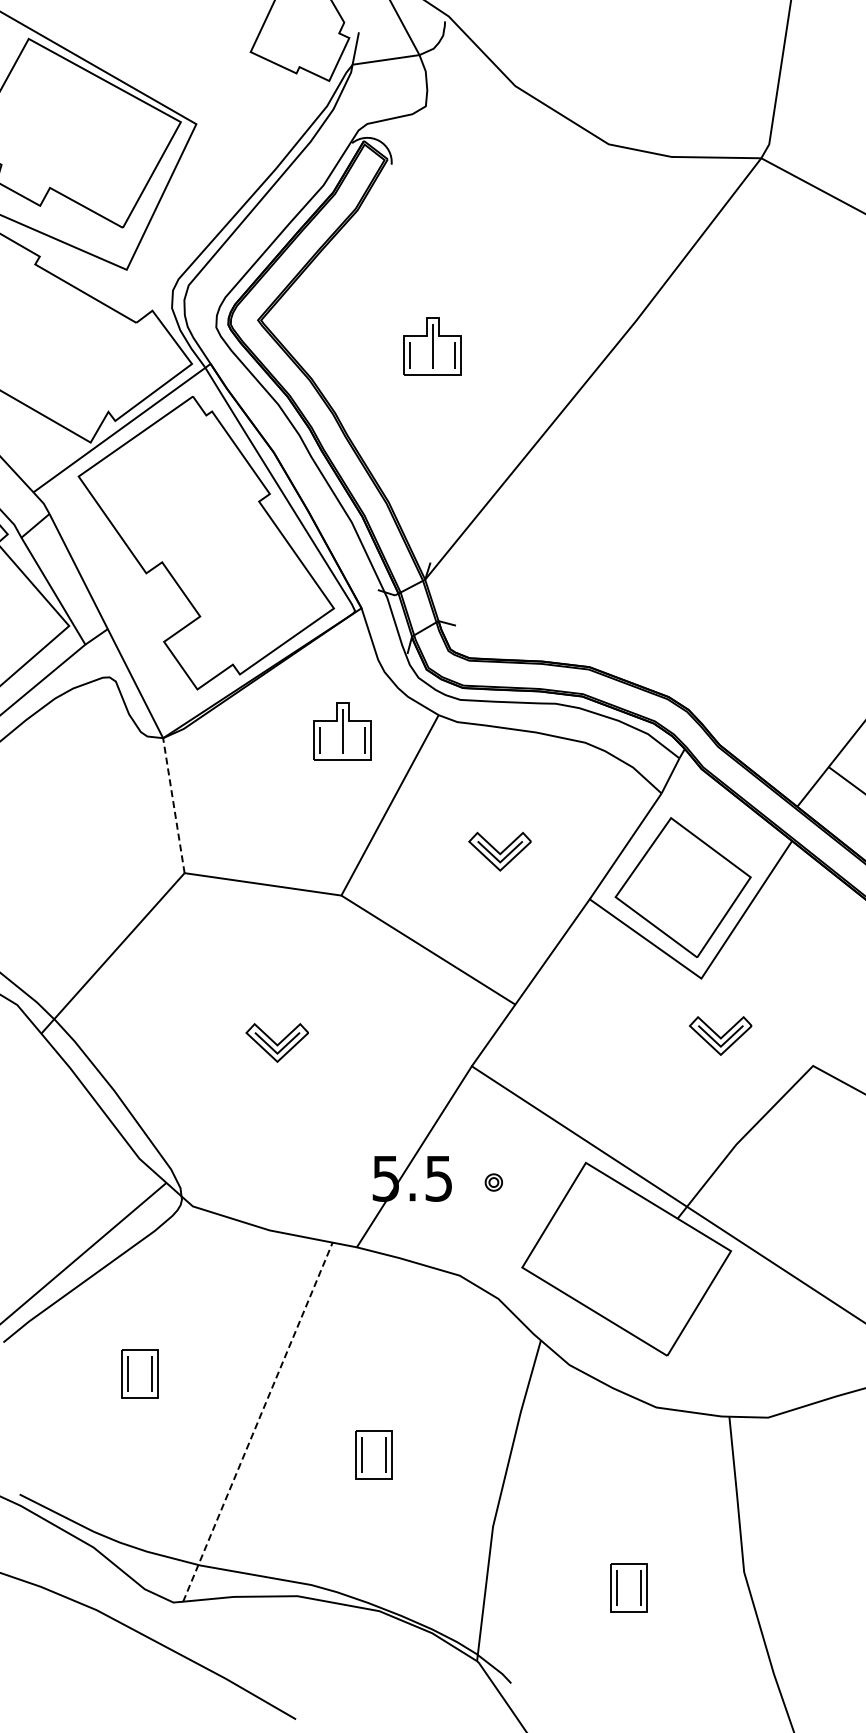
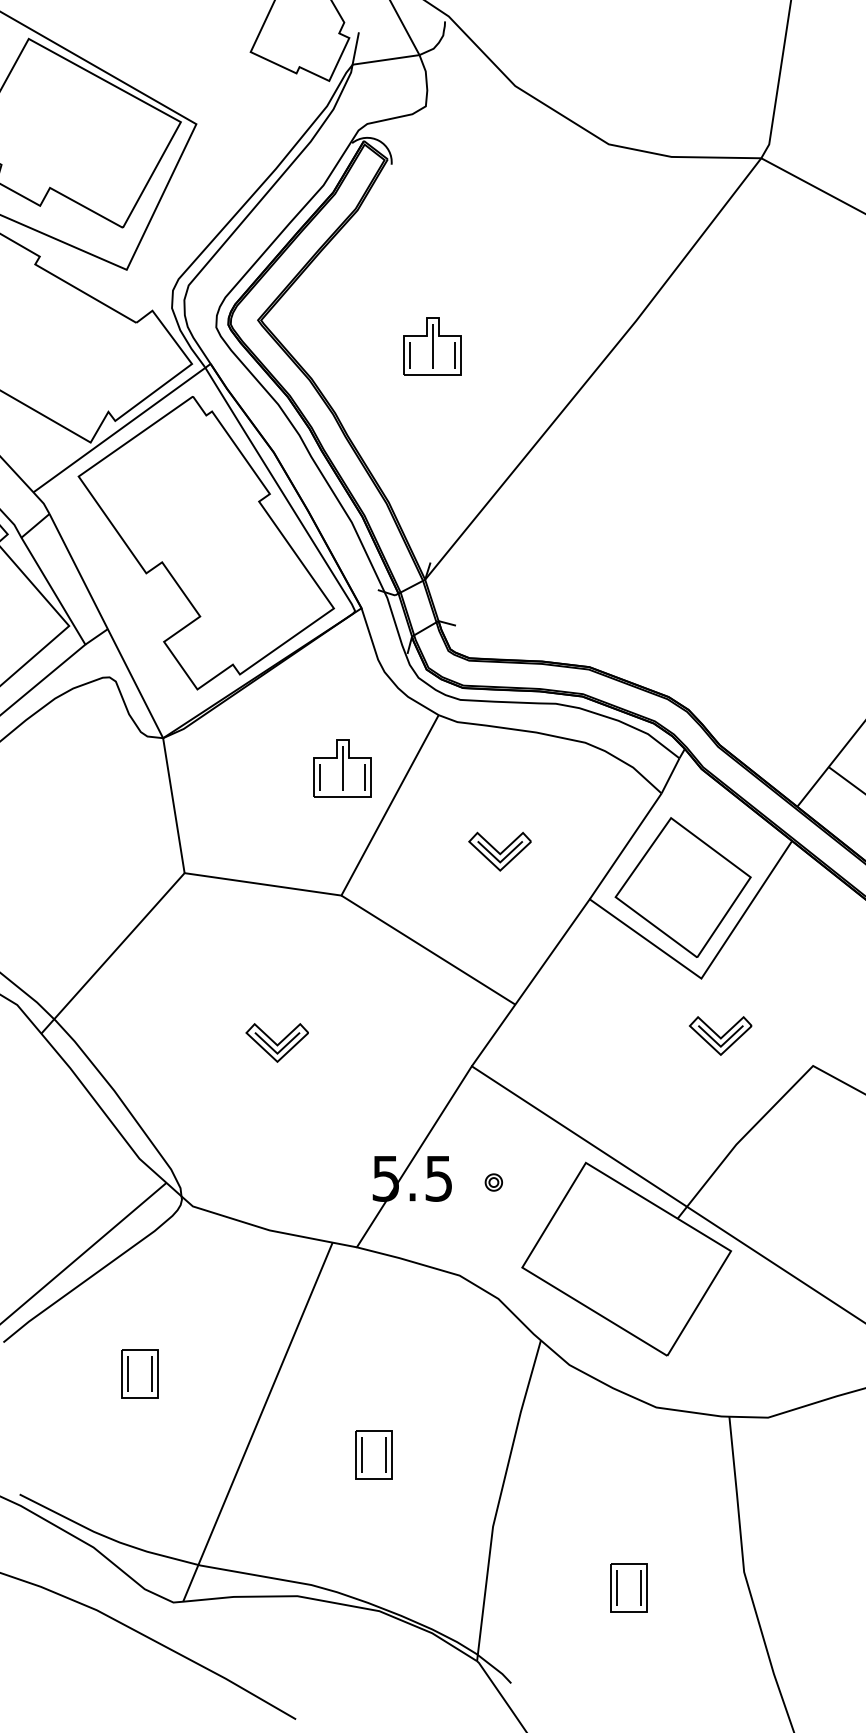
part at (342, 731) position: (342, 731) -> (342, 768)
line at (173, 805): dashed -> solid
line at (257, 1422): dashed -> solid
